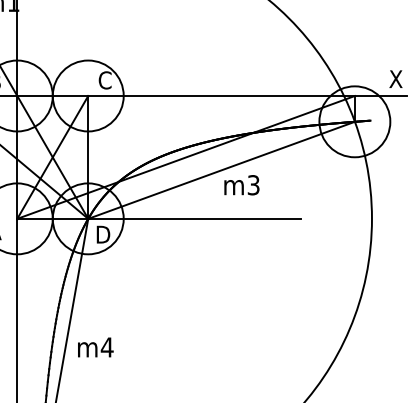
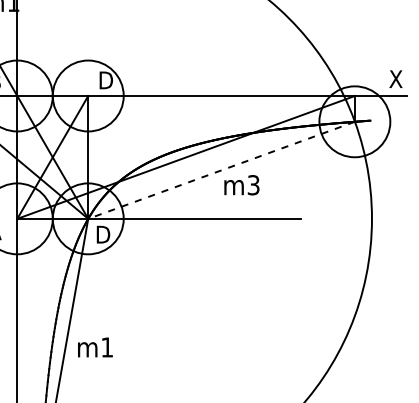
text at (105, 80): C -> D
line at (221, 170): solid -> dashed
text at (106, 347): m4 -> m1
